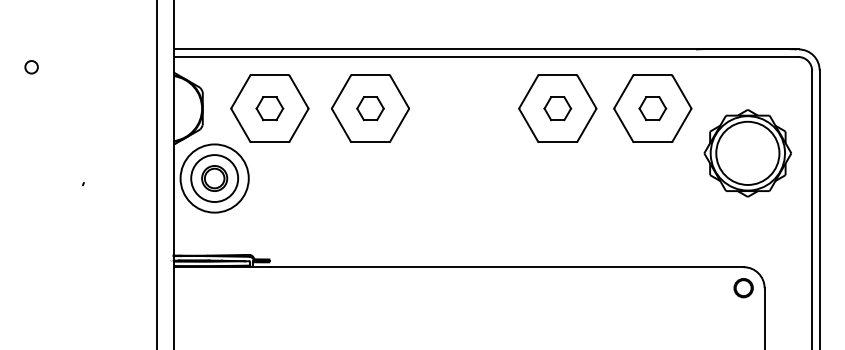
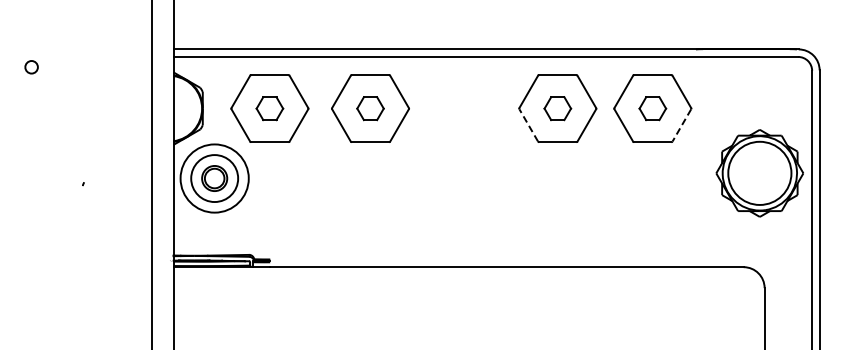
line at (528, 125): solid -> dashed
line at (681, 125): solid -> dashed
part at (747, 153) position: (747, 153) -> (759, 173)
line at (157, 174) position: (157, 174) -> (152, 174)
circle at (743, 288): present -> none
